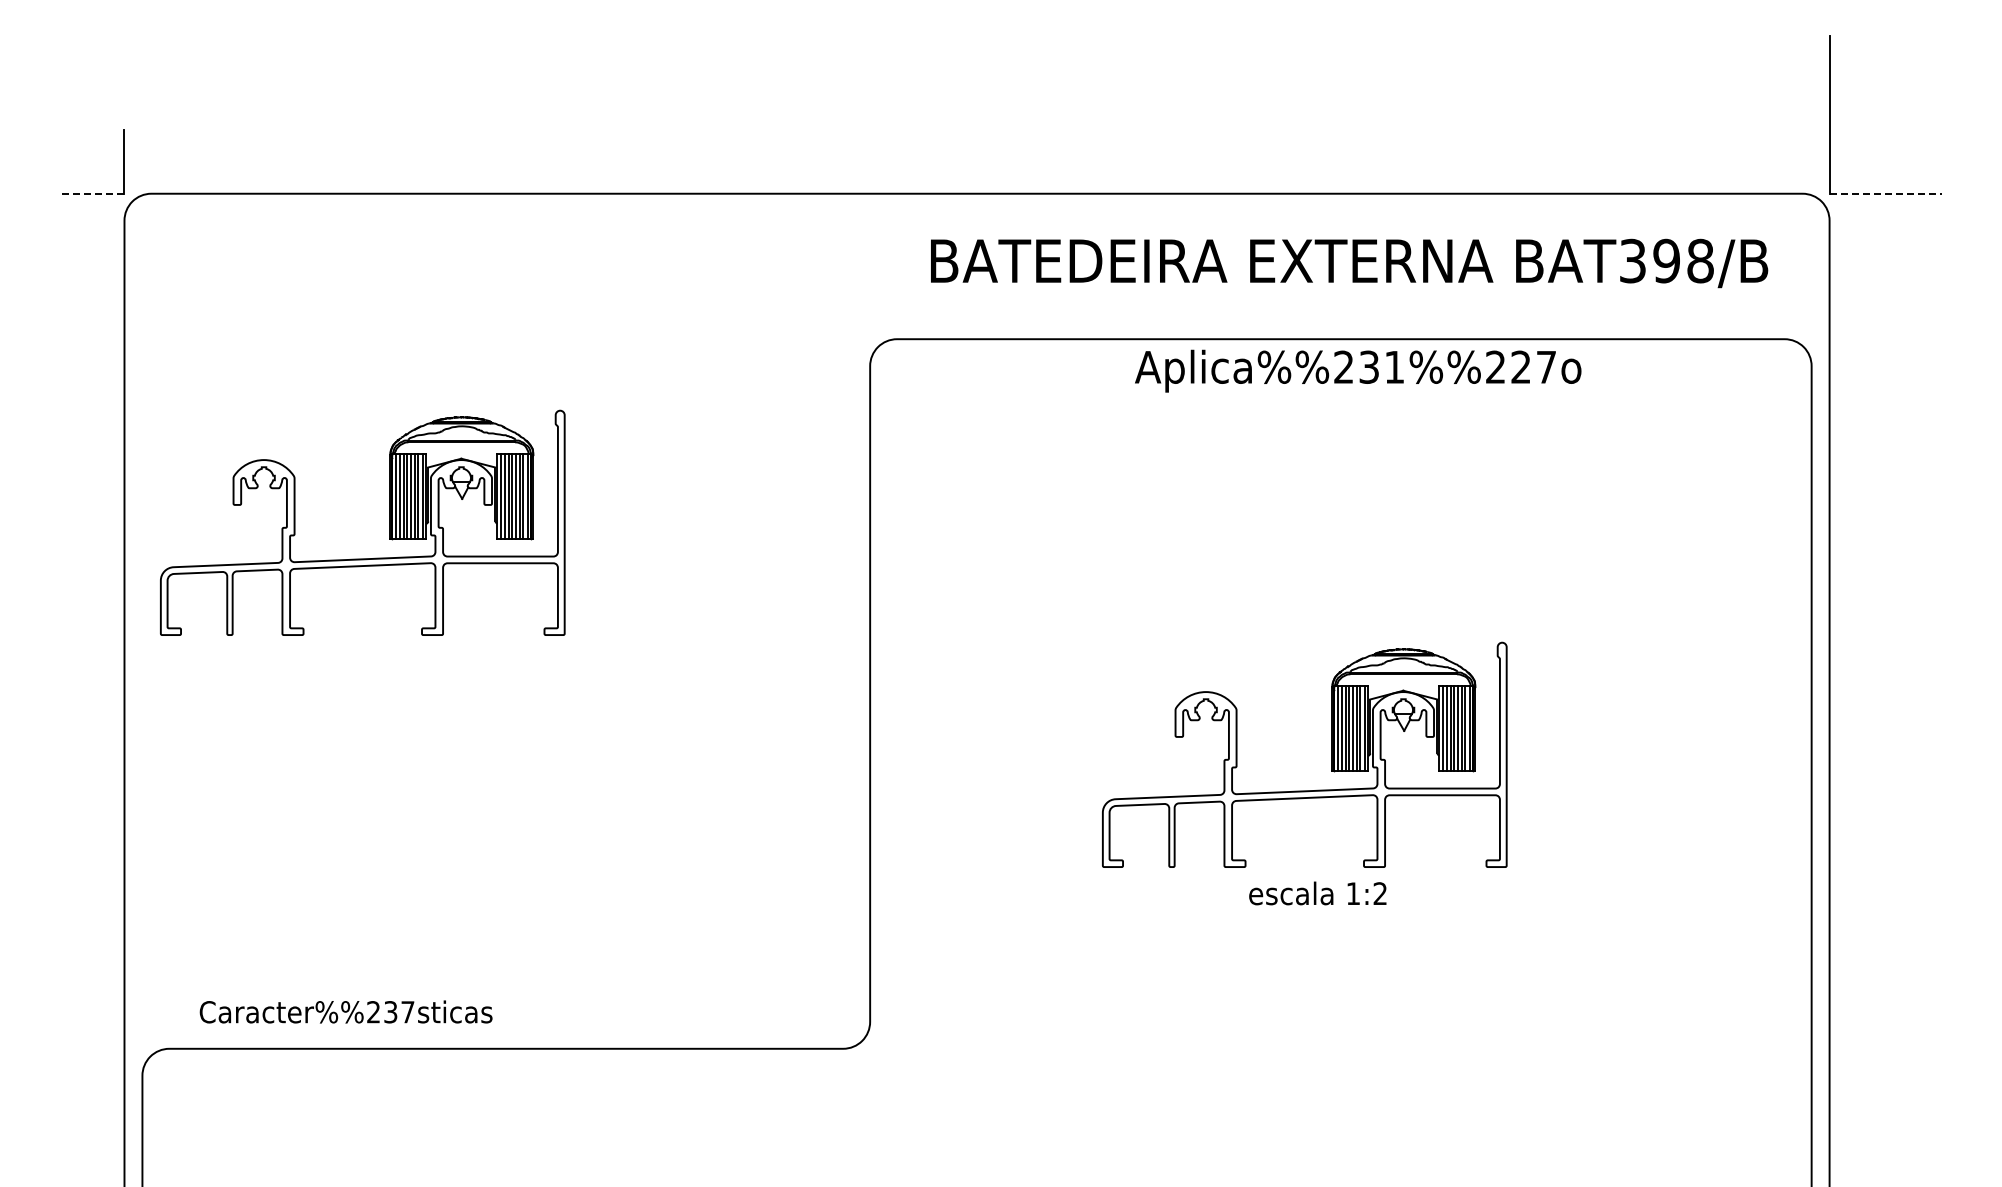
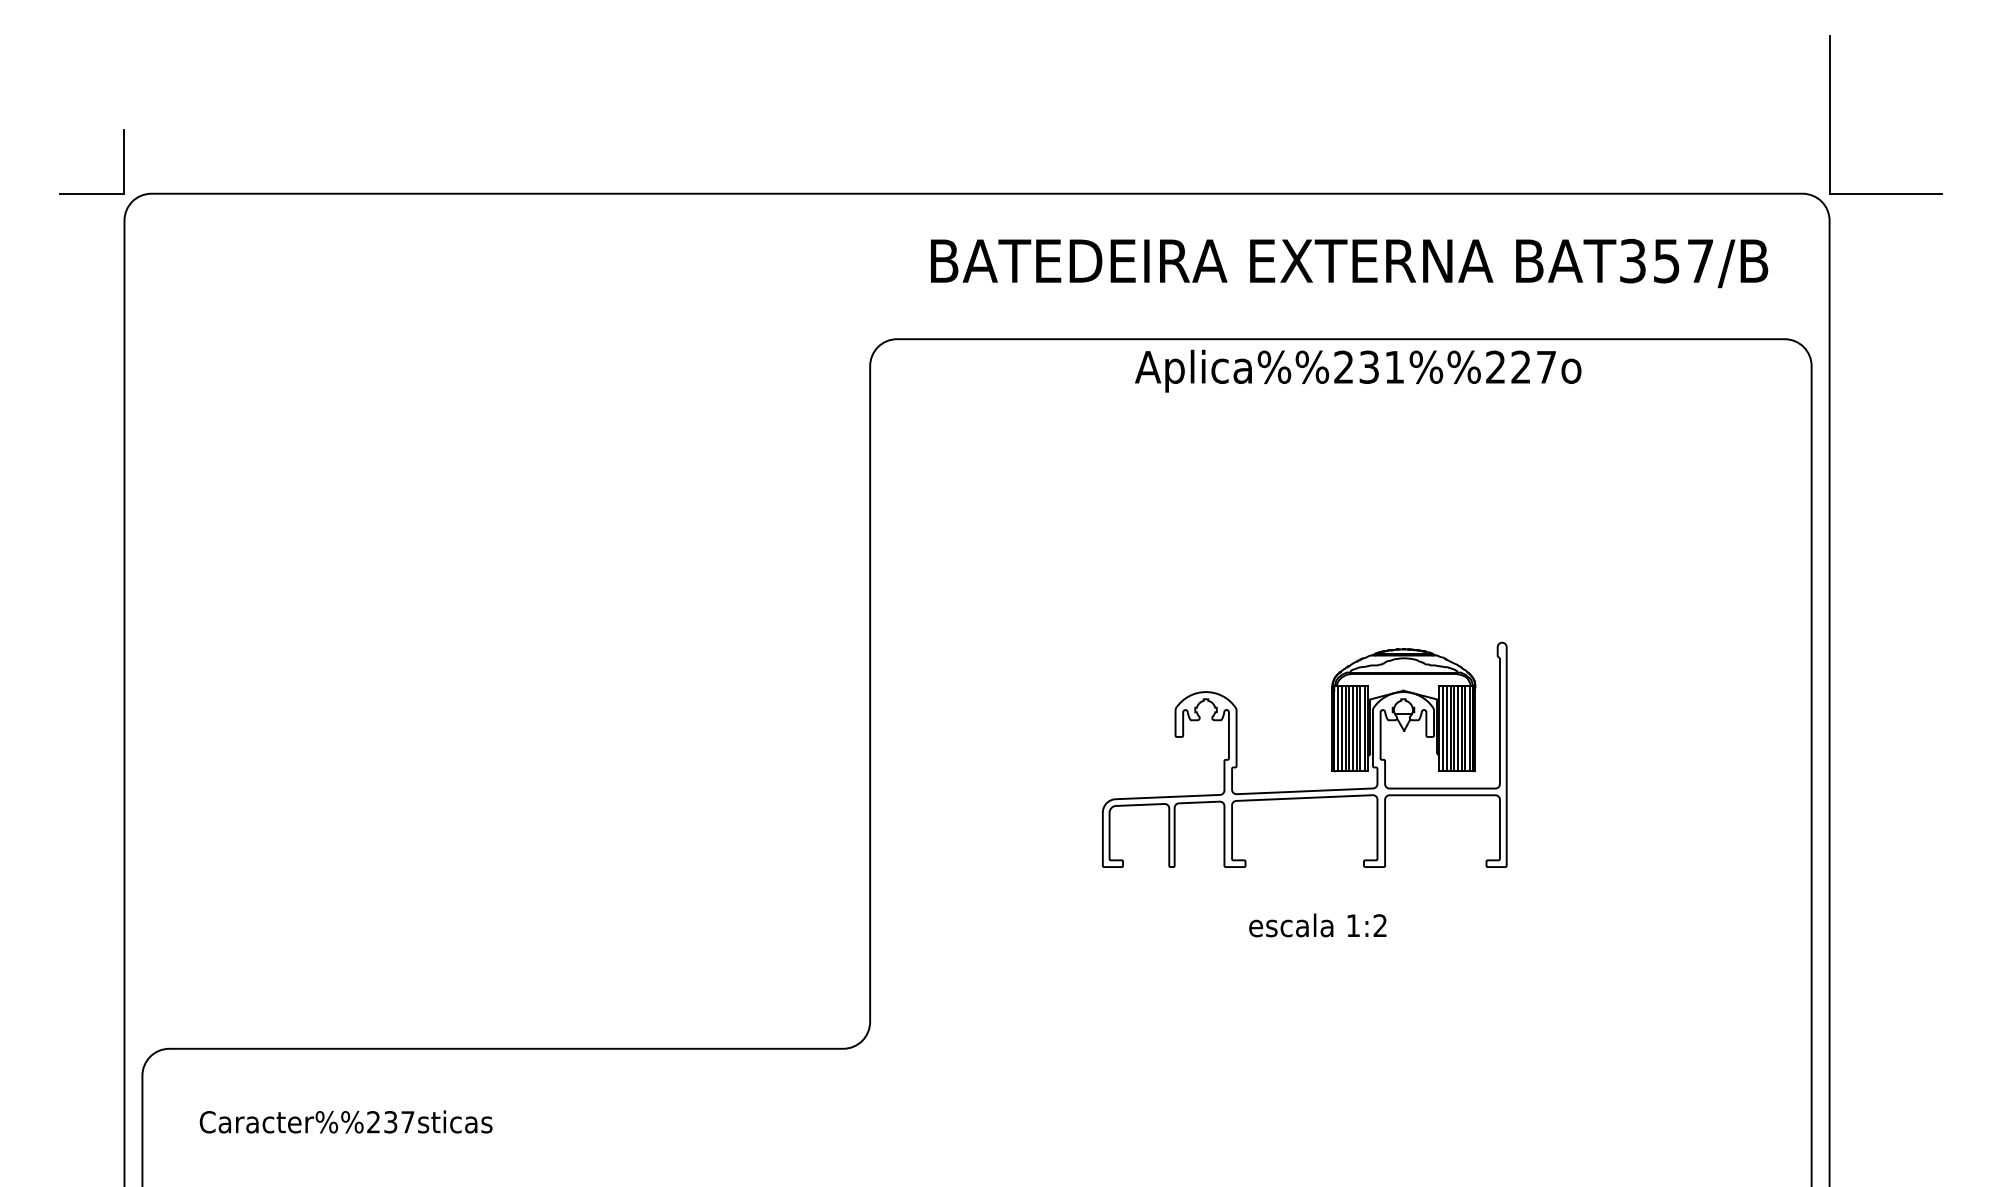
line at (91, 193): dashed -> solid
line at (1886, 193): dashed -> solid
text at (1683, 260): BAT398/B -> BAT357/B
part at (389, 522): present -> none
text at (1317, 893) position: (1317, 893) -> (1317, 925)
text at (345, 1011) position: (345, 1011) -> (345, 1121)
